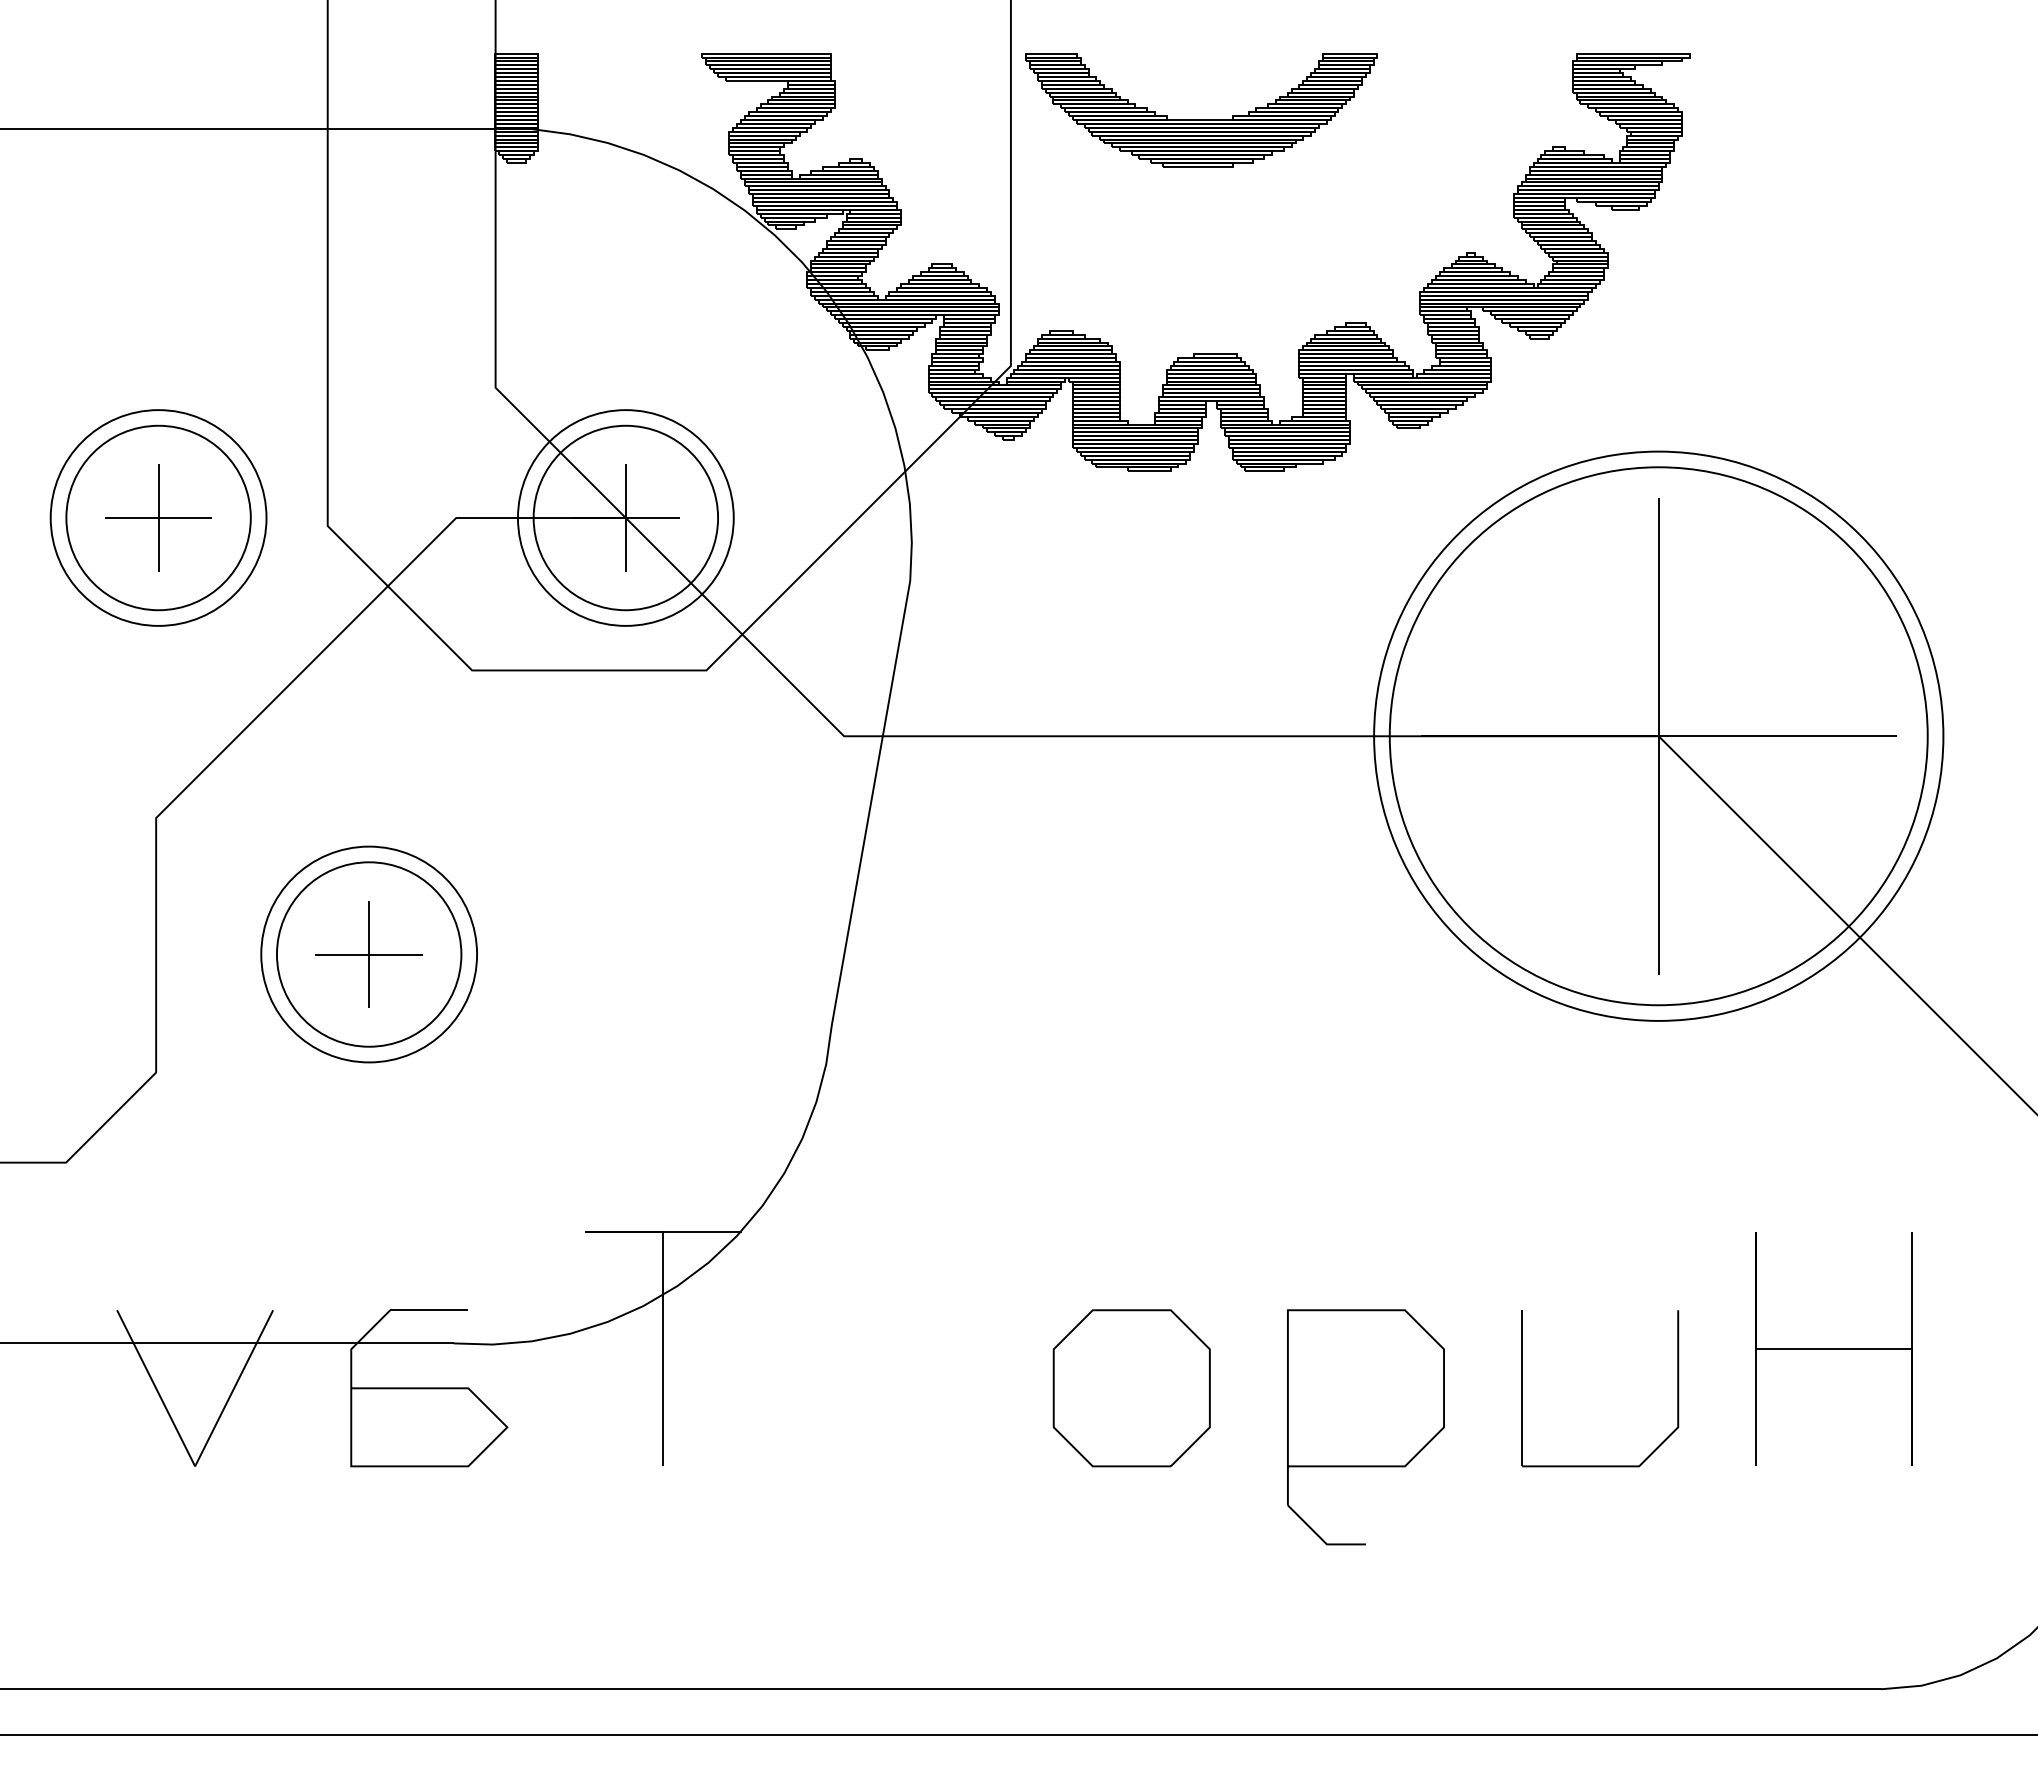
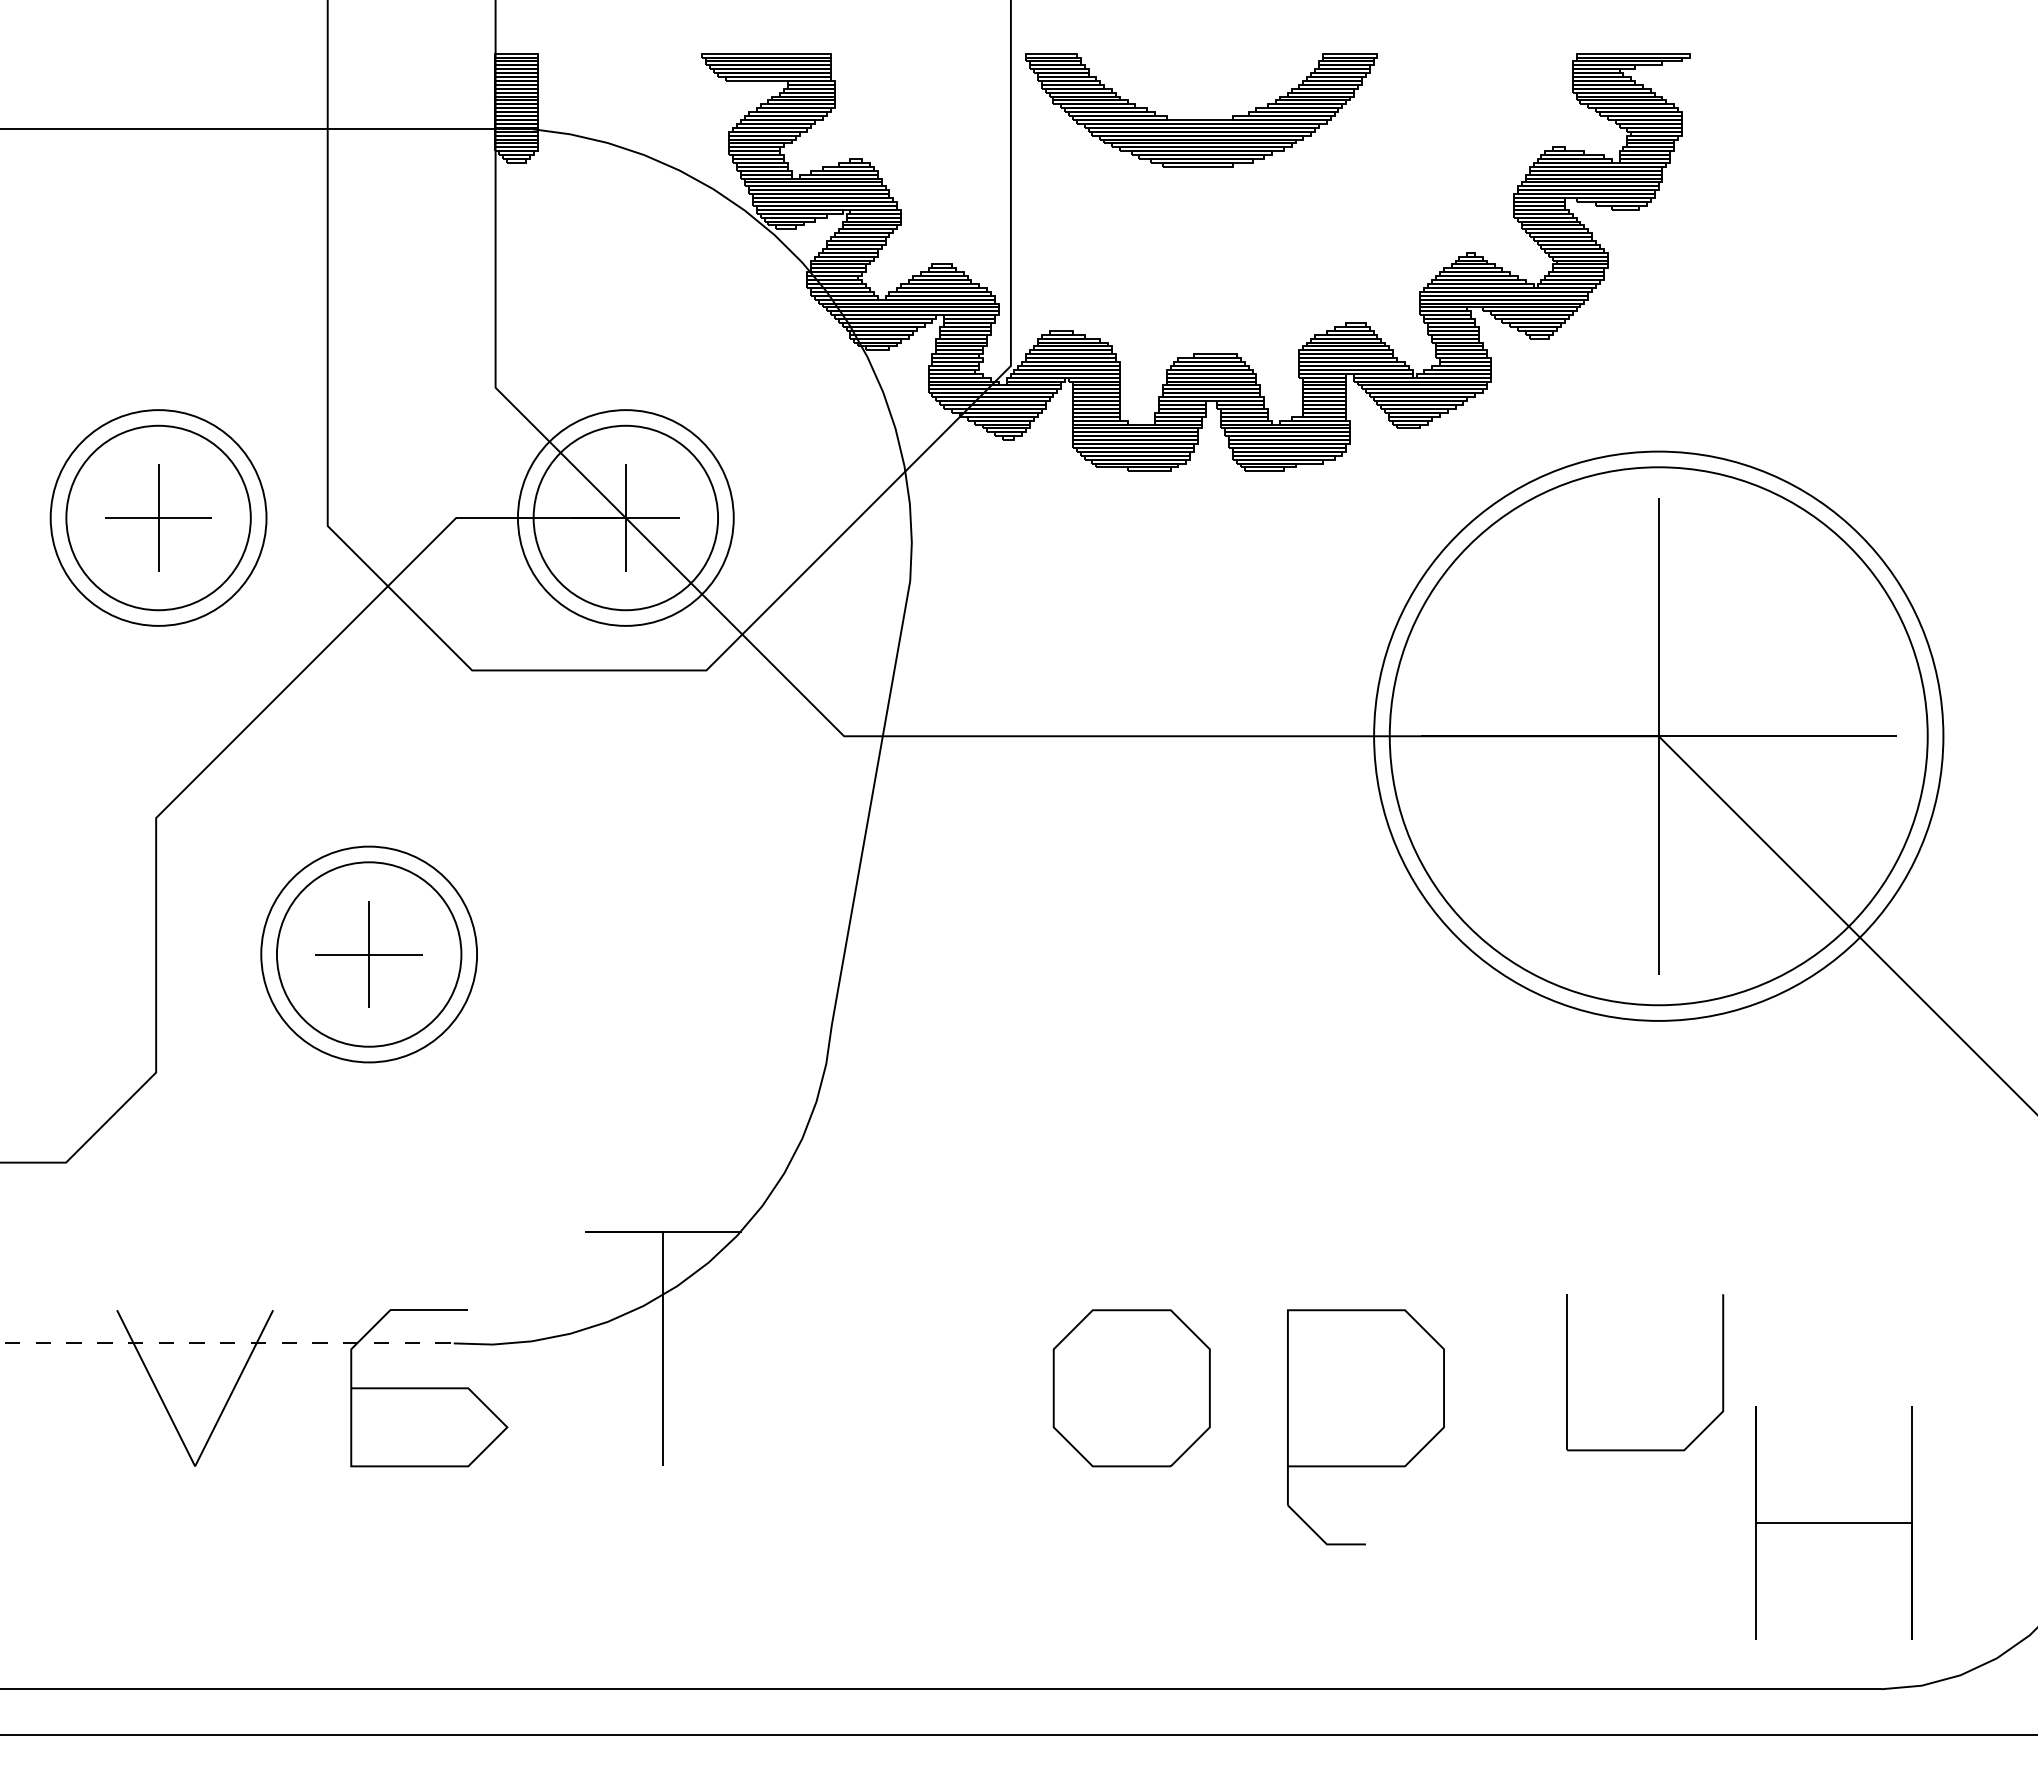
line at (227, 1343): solid -> dashed
curve at (1833, 1348) position: (1833, 1348) -> (1833, 1522)
part at (1677, 1388) position: (1677, 1388) -> (1722, 1372)
